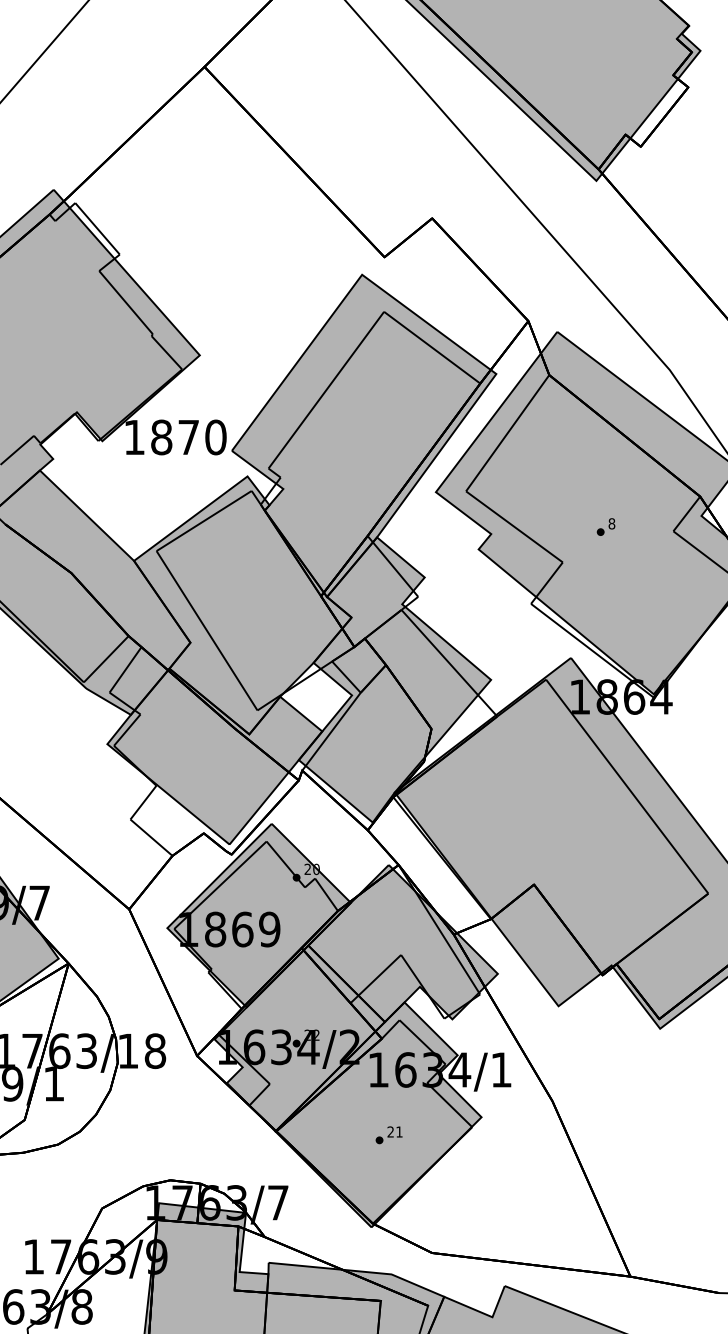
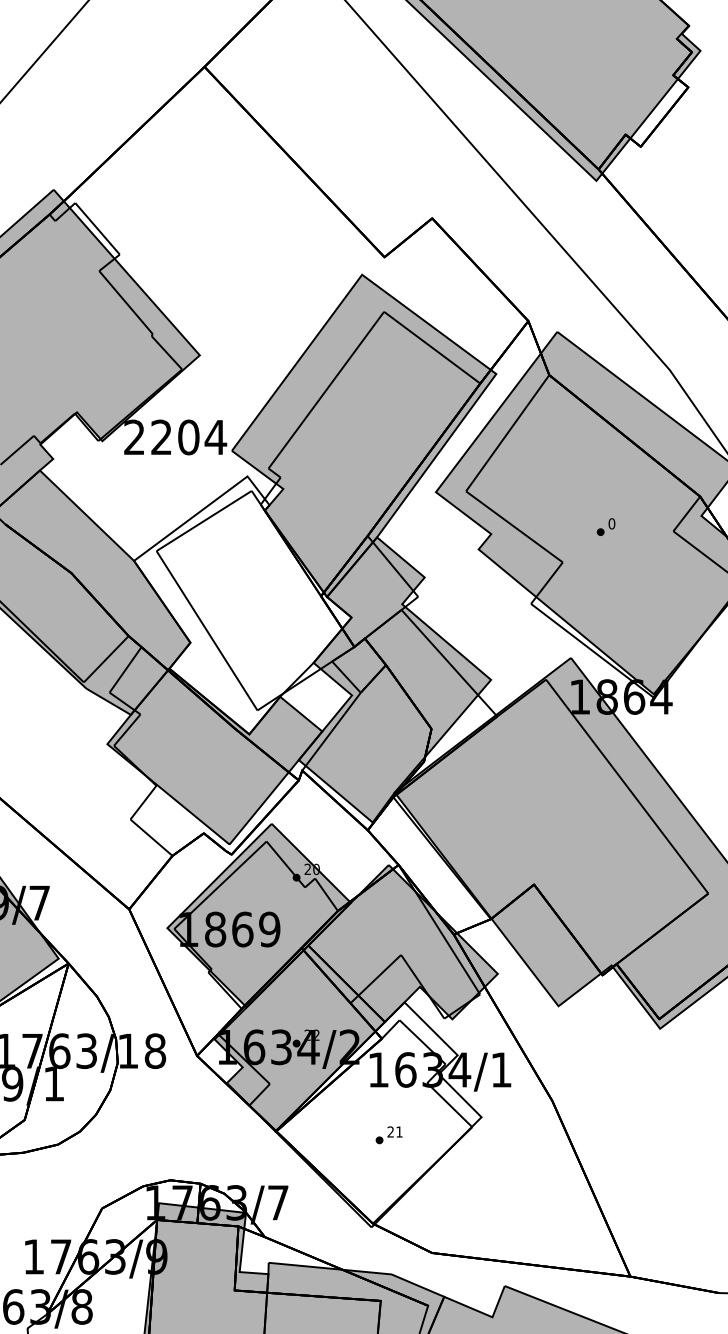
text at (175, 437): 1870 -> 2204
text at (611, 523): 8 -> 0
fill at (242, 605): present -> none
fill at (378, 1114): present -> none
